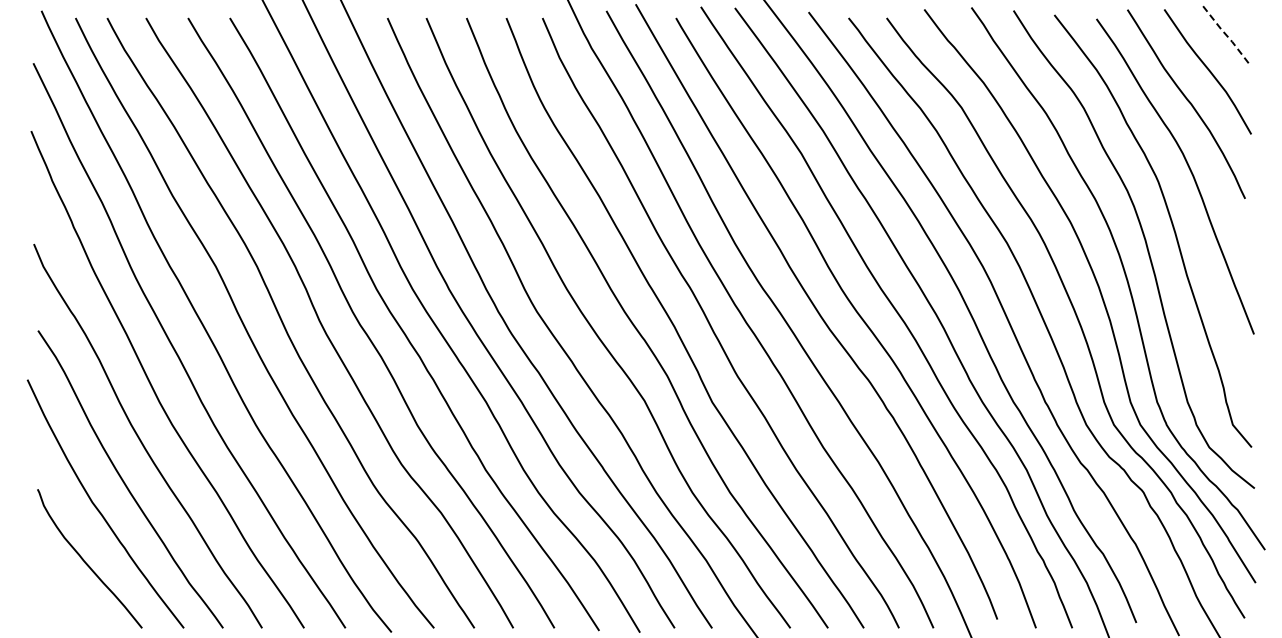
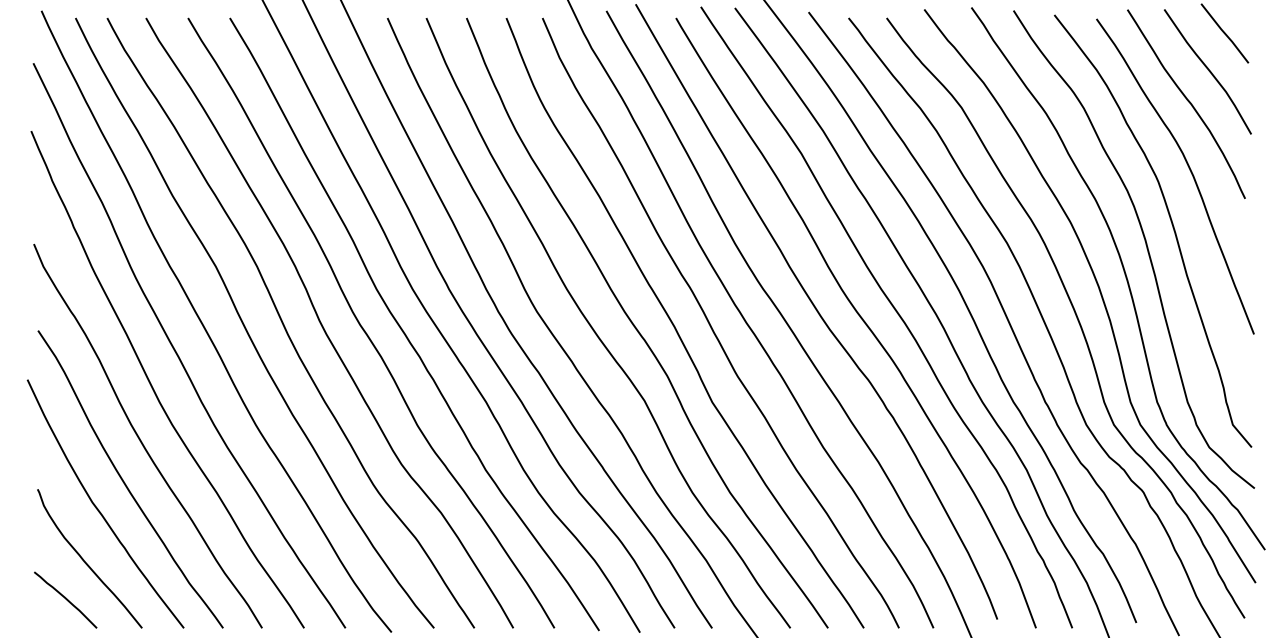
line at (1225, 33): dashed -> solid
curve at (65, 599): none -> present
